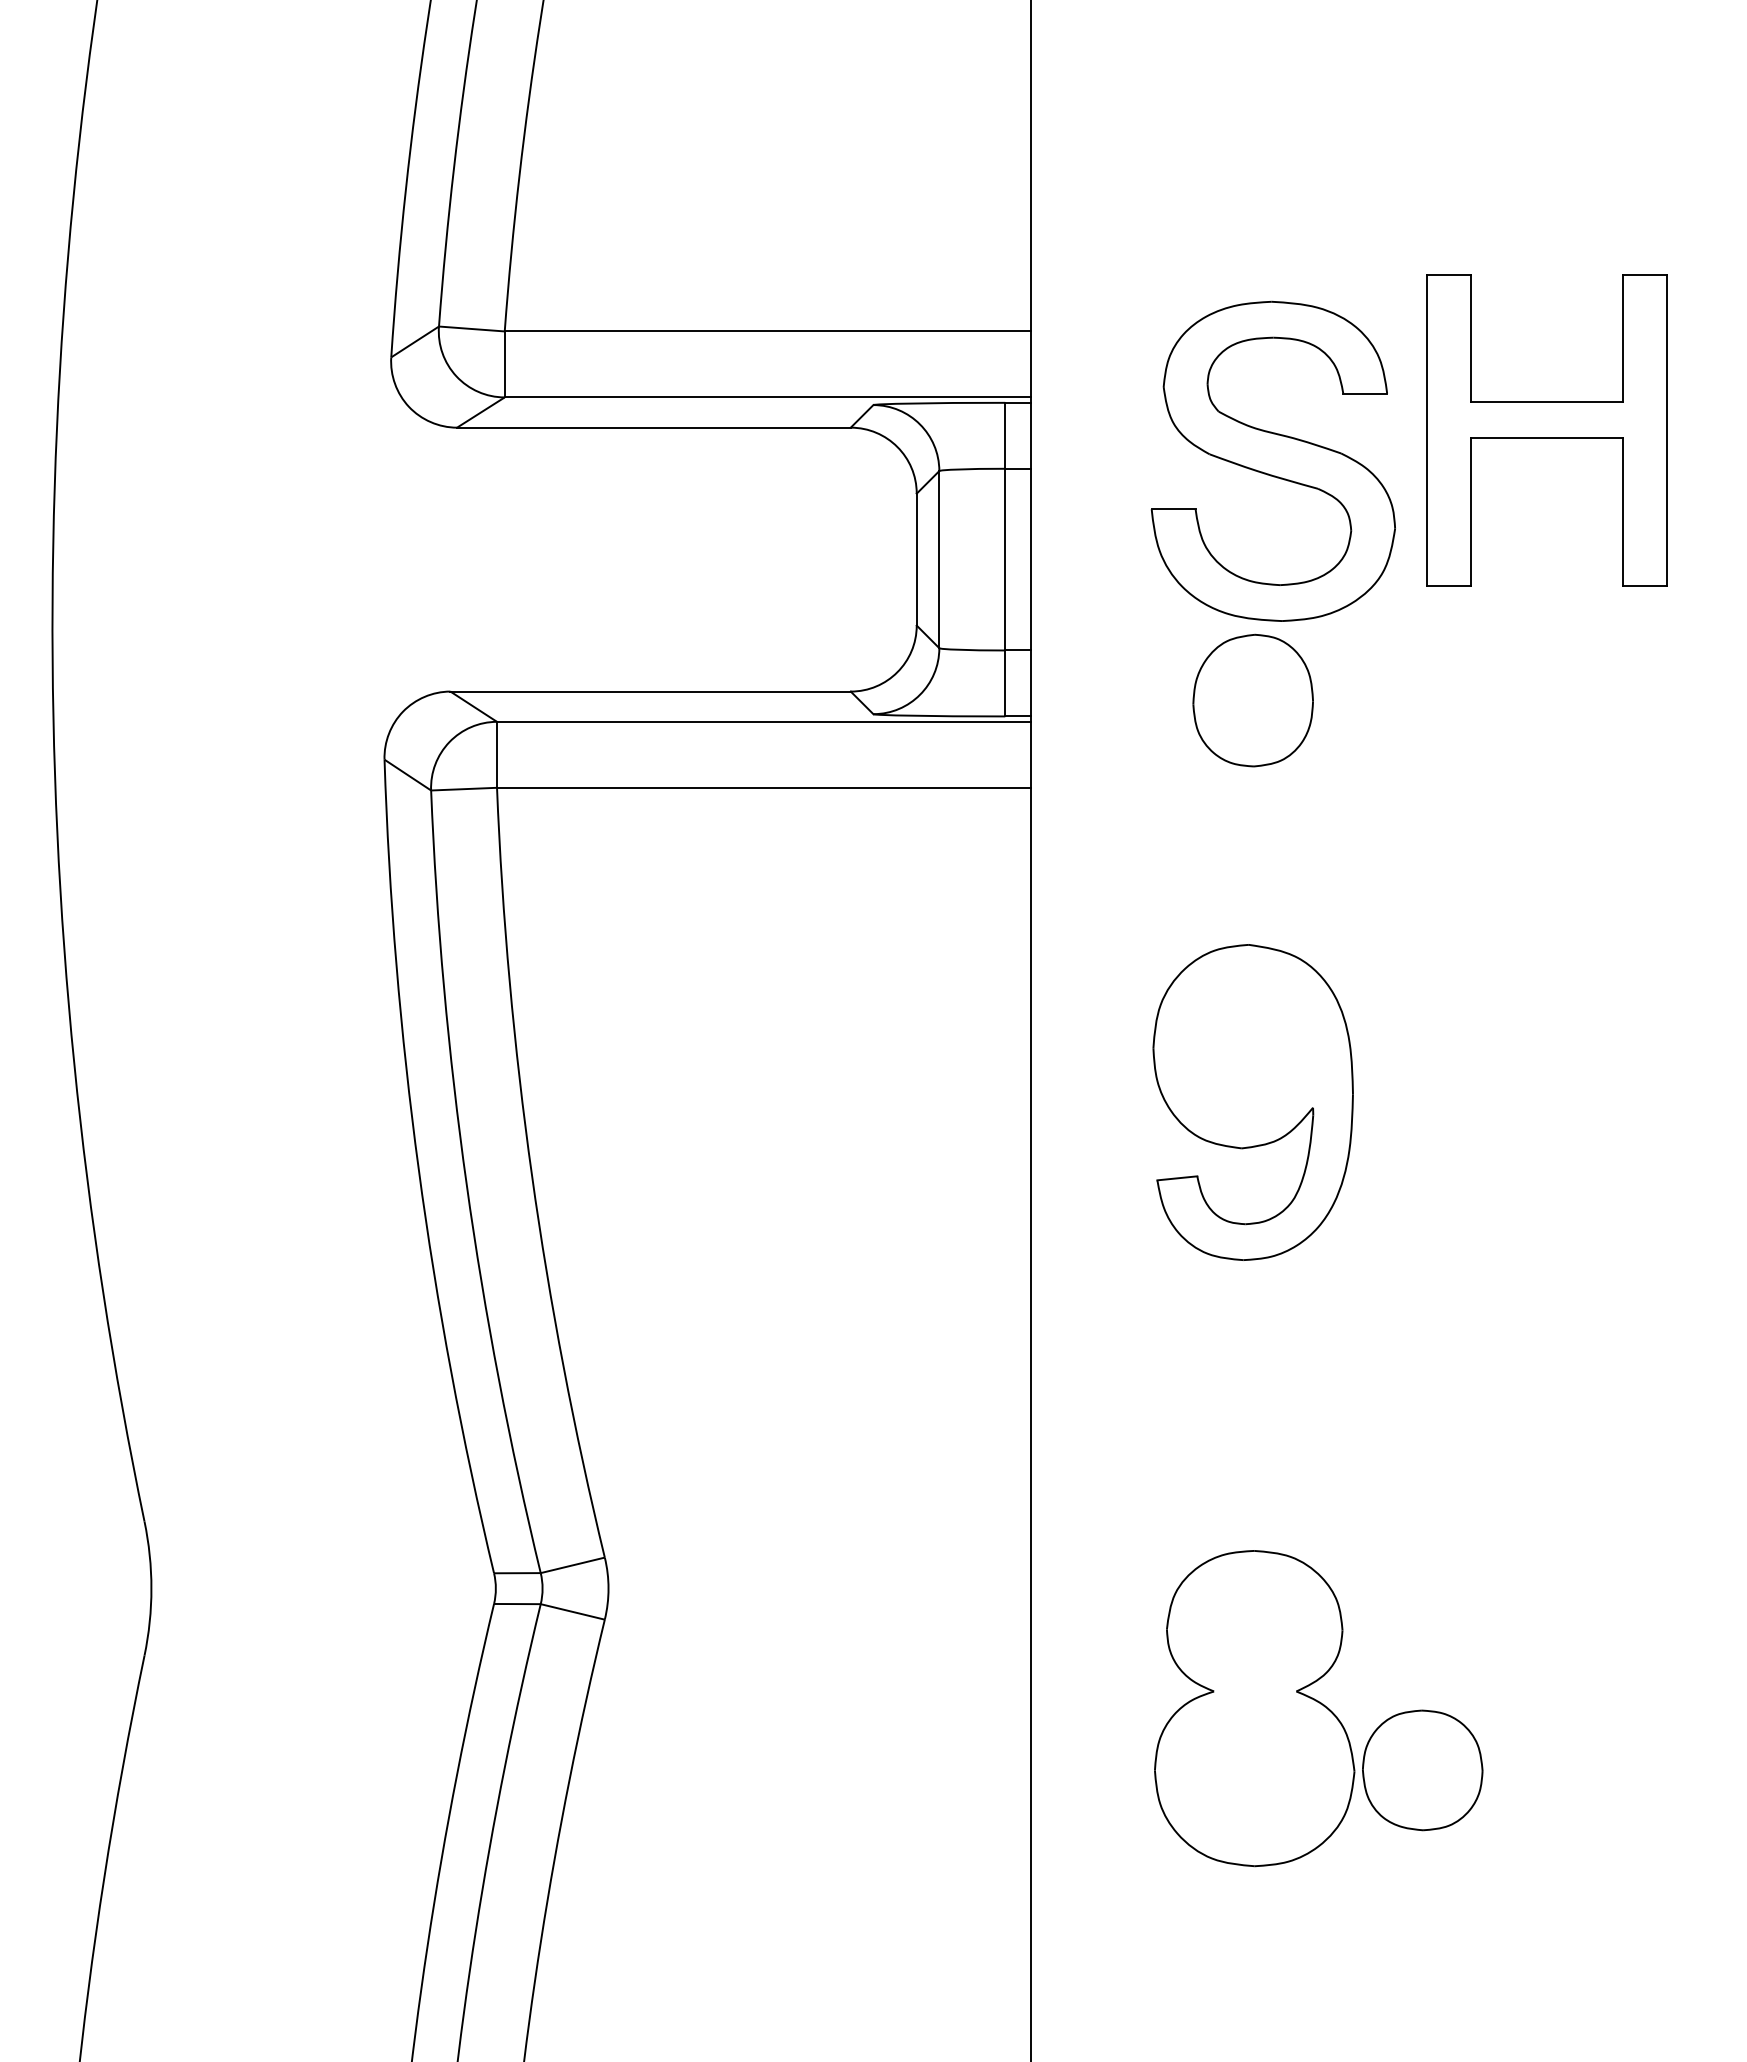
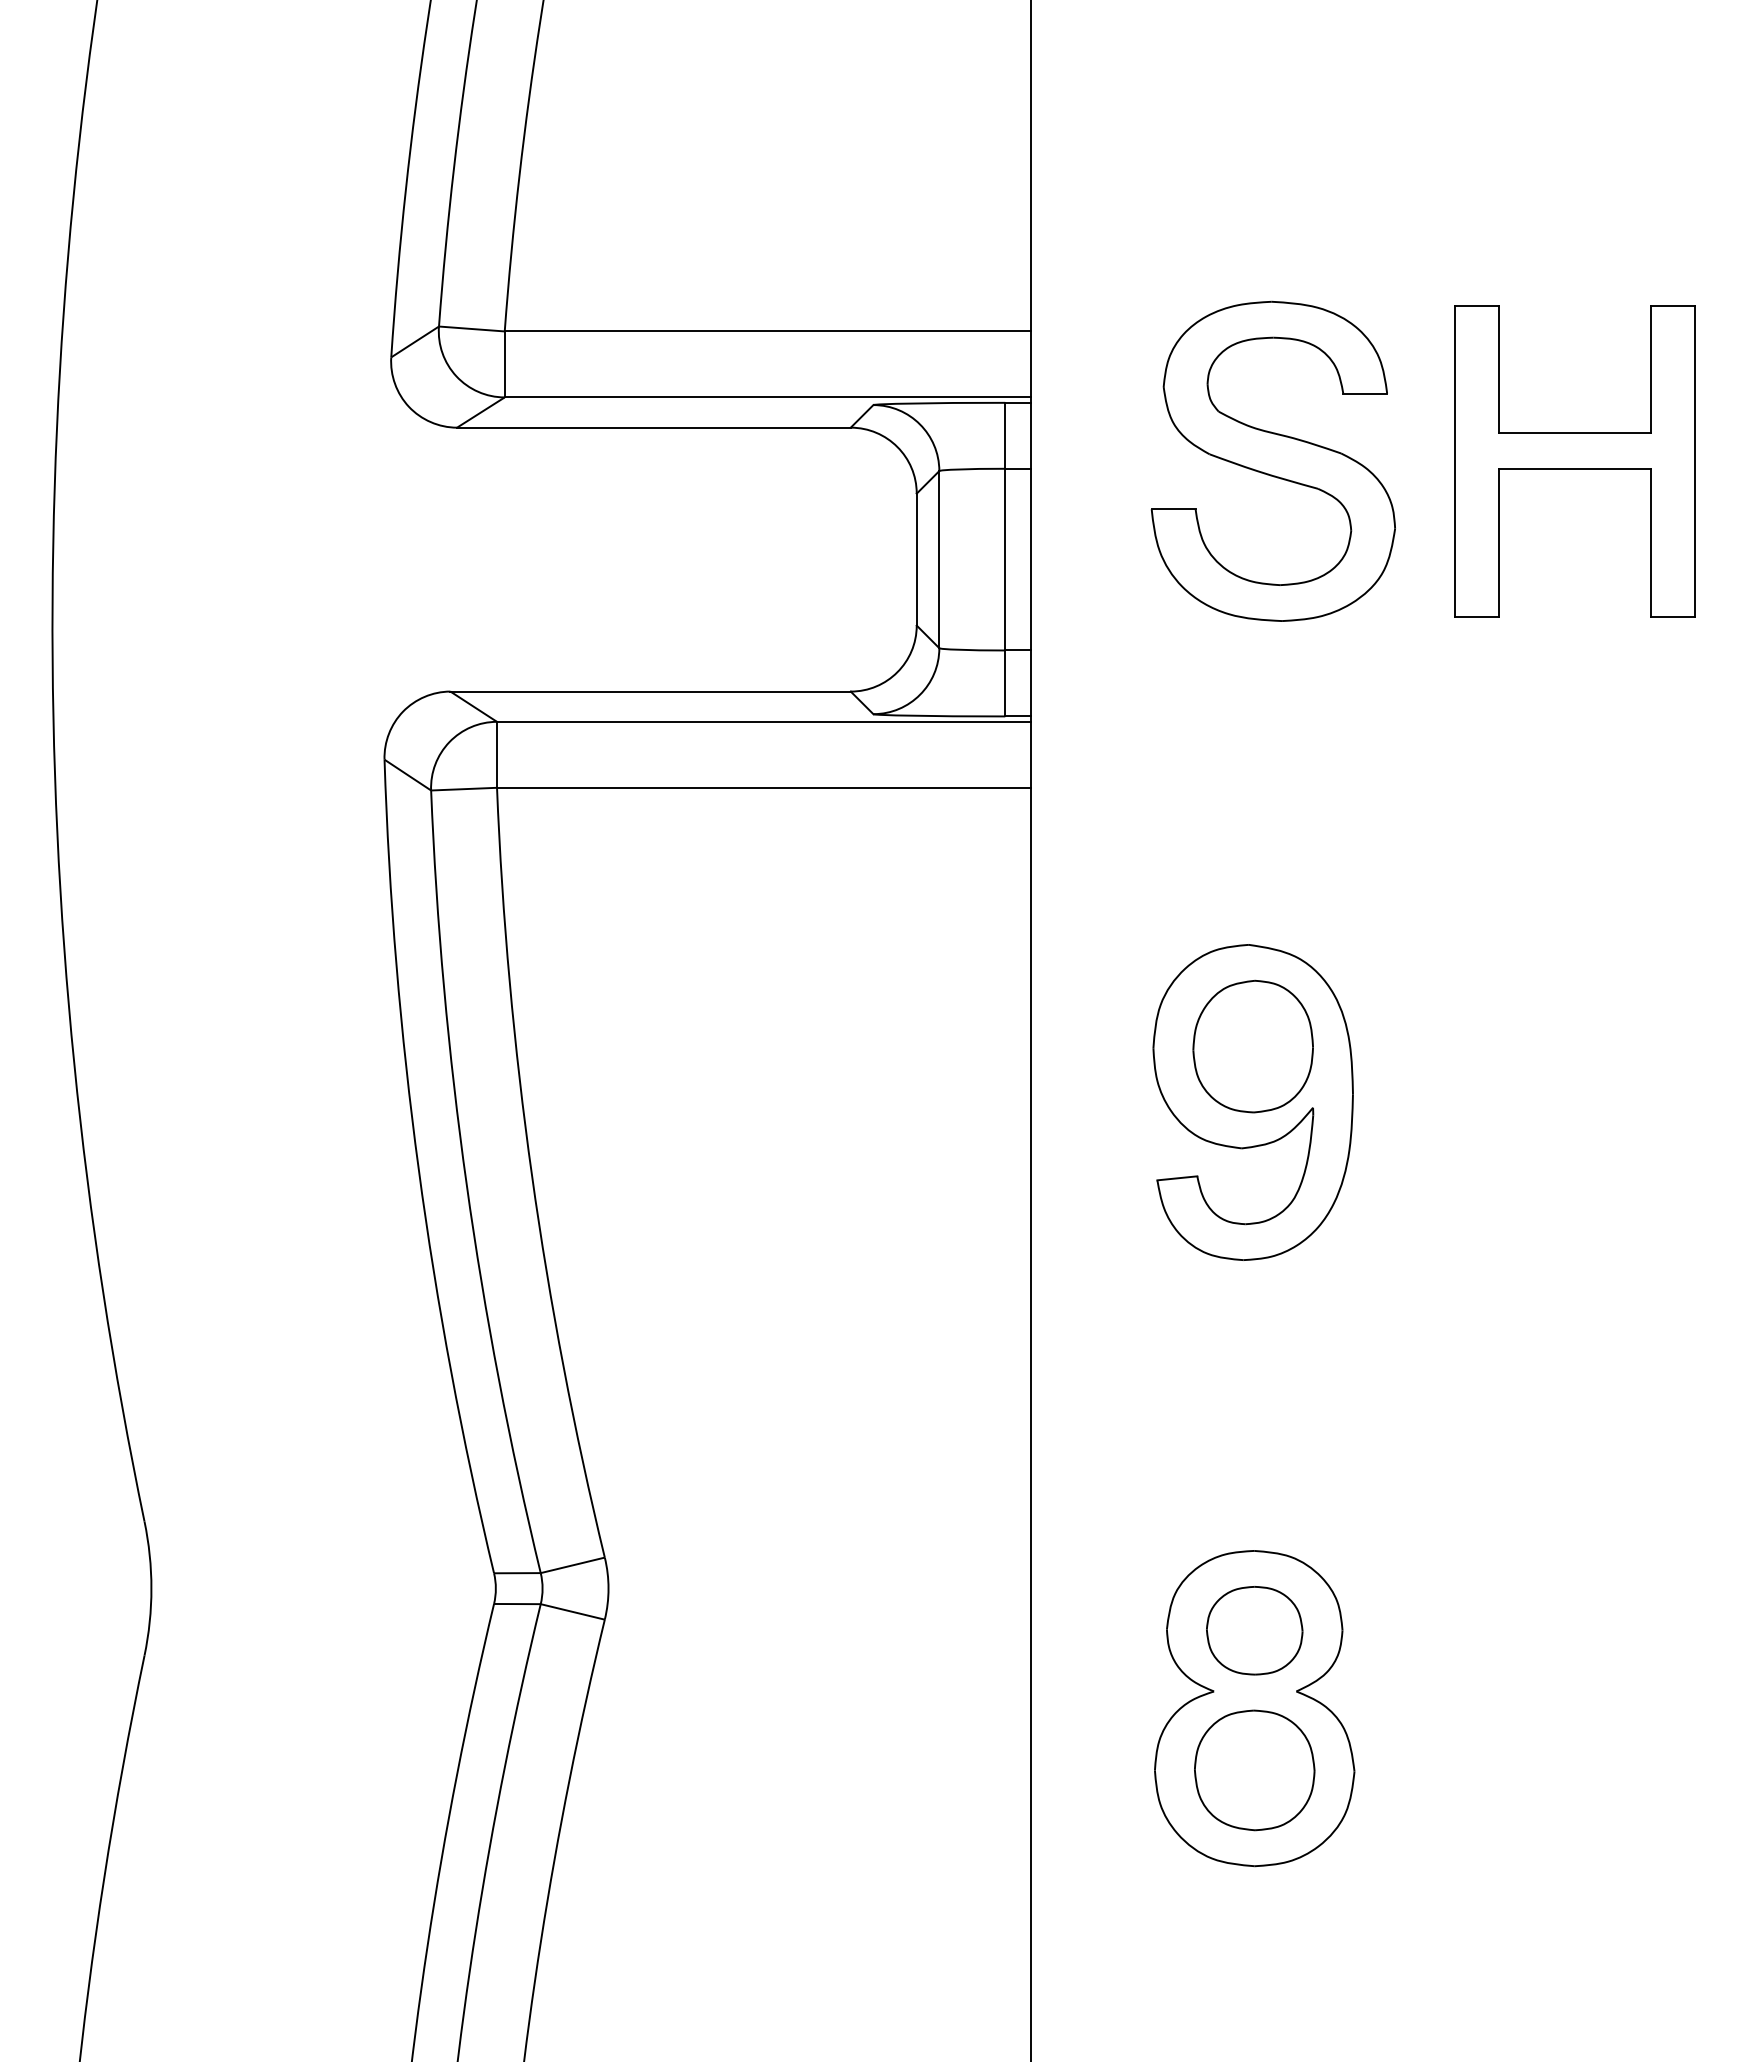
part at (1546, 430) position: (1546, 430) -> (1574, 461)
part at (1252, 700) position: (1252, 700) -> (1252, 1046)
part at (1254, 1630): none -> present
part at (1422, 1770) position: (1422, 1770) -> (1254, 1770)
